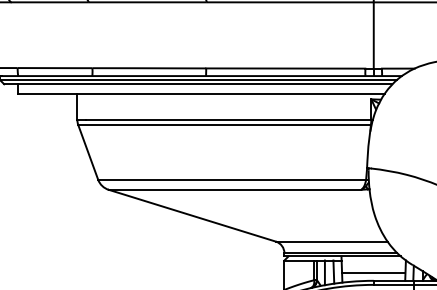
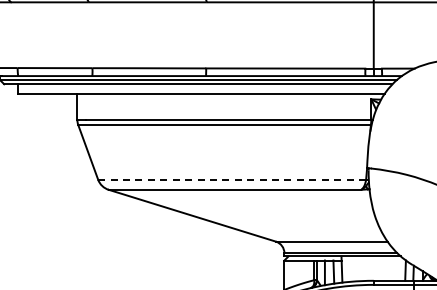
line at (232, 179): solid -> dashed
line at (373, 273): present -> none
